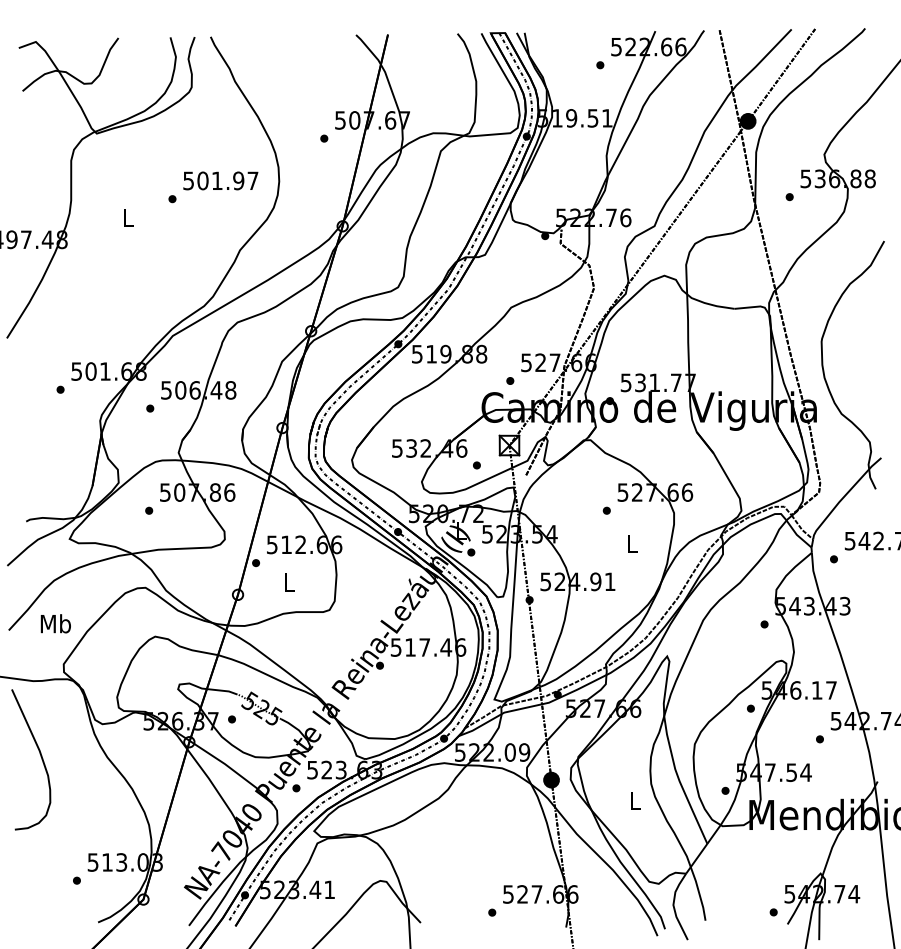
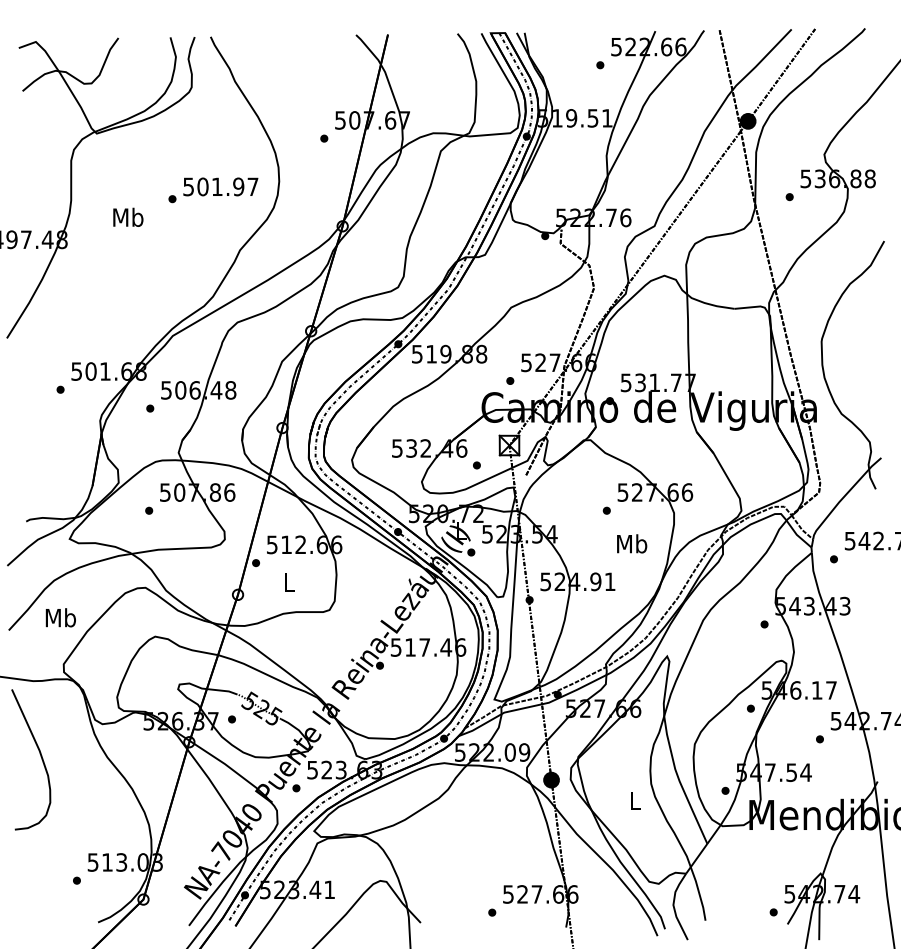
text at (220, 180) position: (220, 180) -> (220, 186)
text at (128, 216): L -> Mb
text at (632, 543): L -> Mb
text at (55, 623) position: (55, 623) -> (60, 617)
